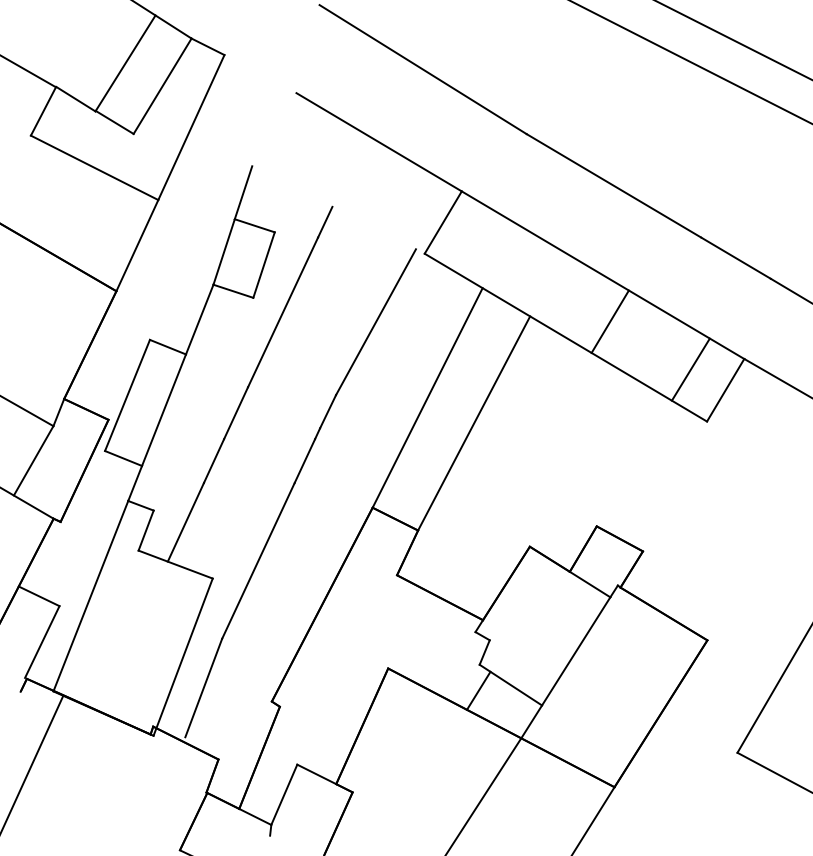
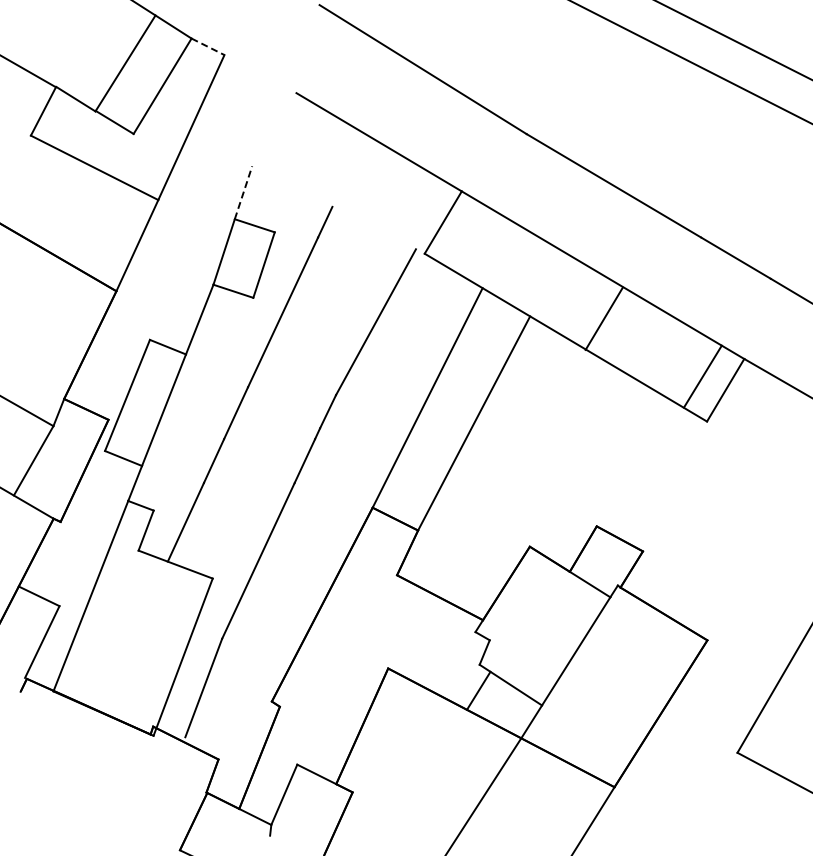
line at (208, 47): solid -> dashed
line at (243, 192): solid -> dashed
line at (609, 321) position: (609, 321) -> (603, 318)
line at (690, 369) position: (690, 369) -> (702, 376)
line at (32, 762): present -> none
